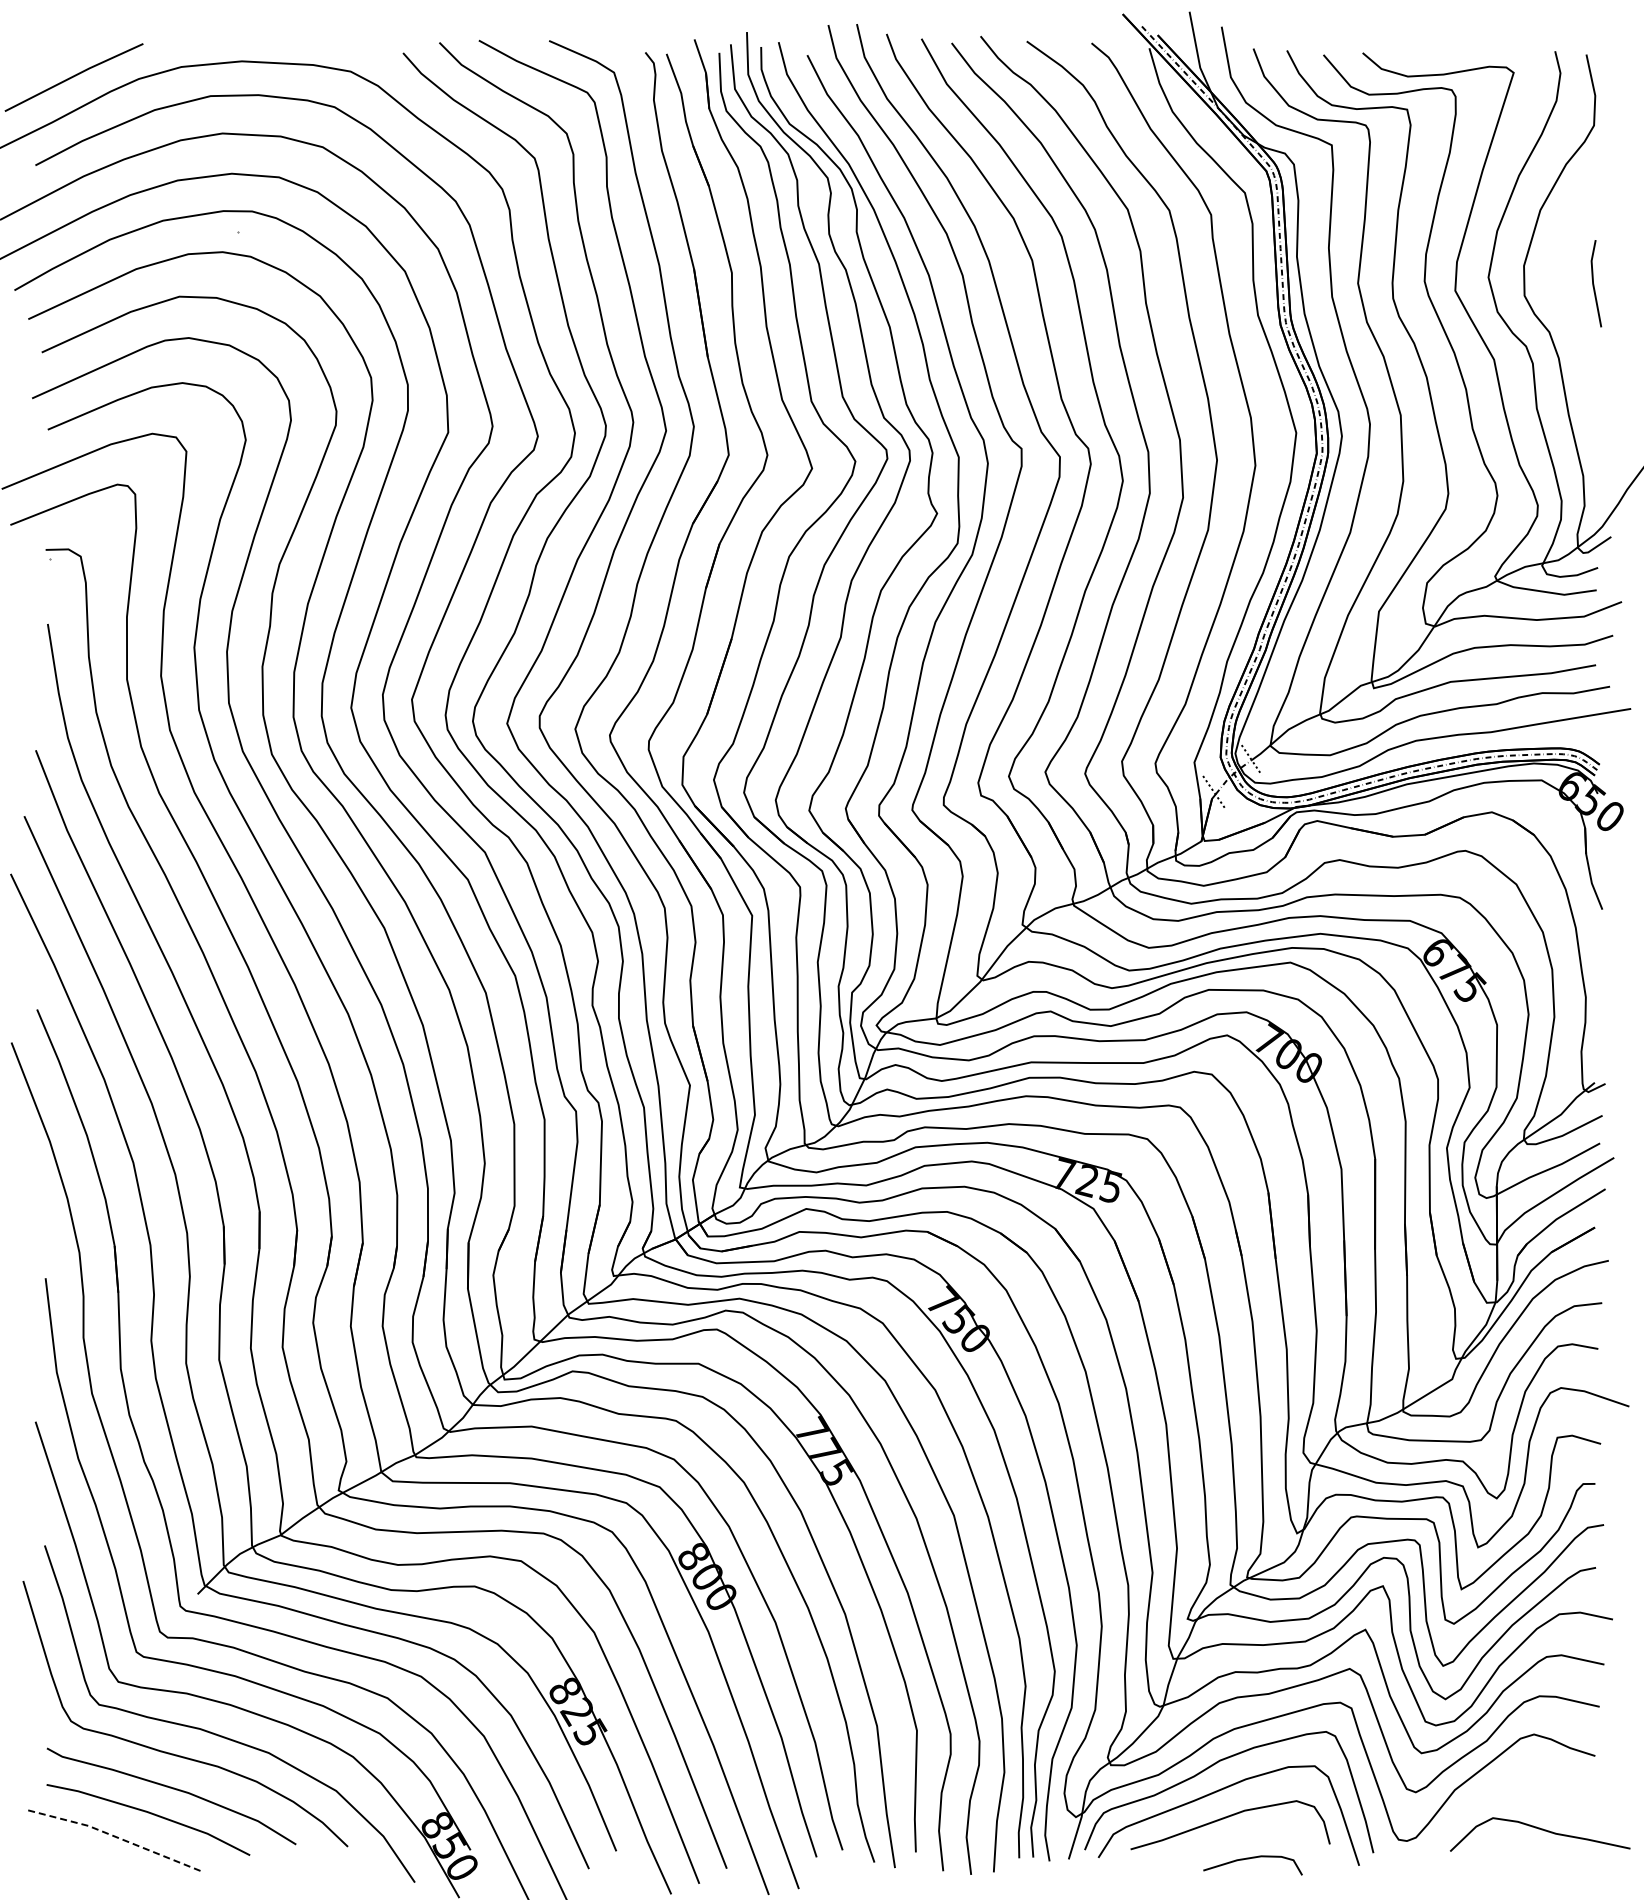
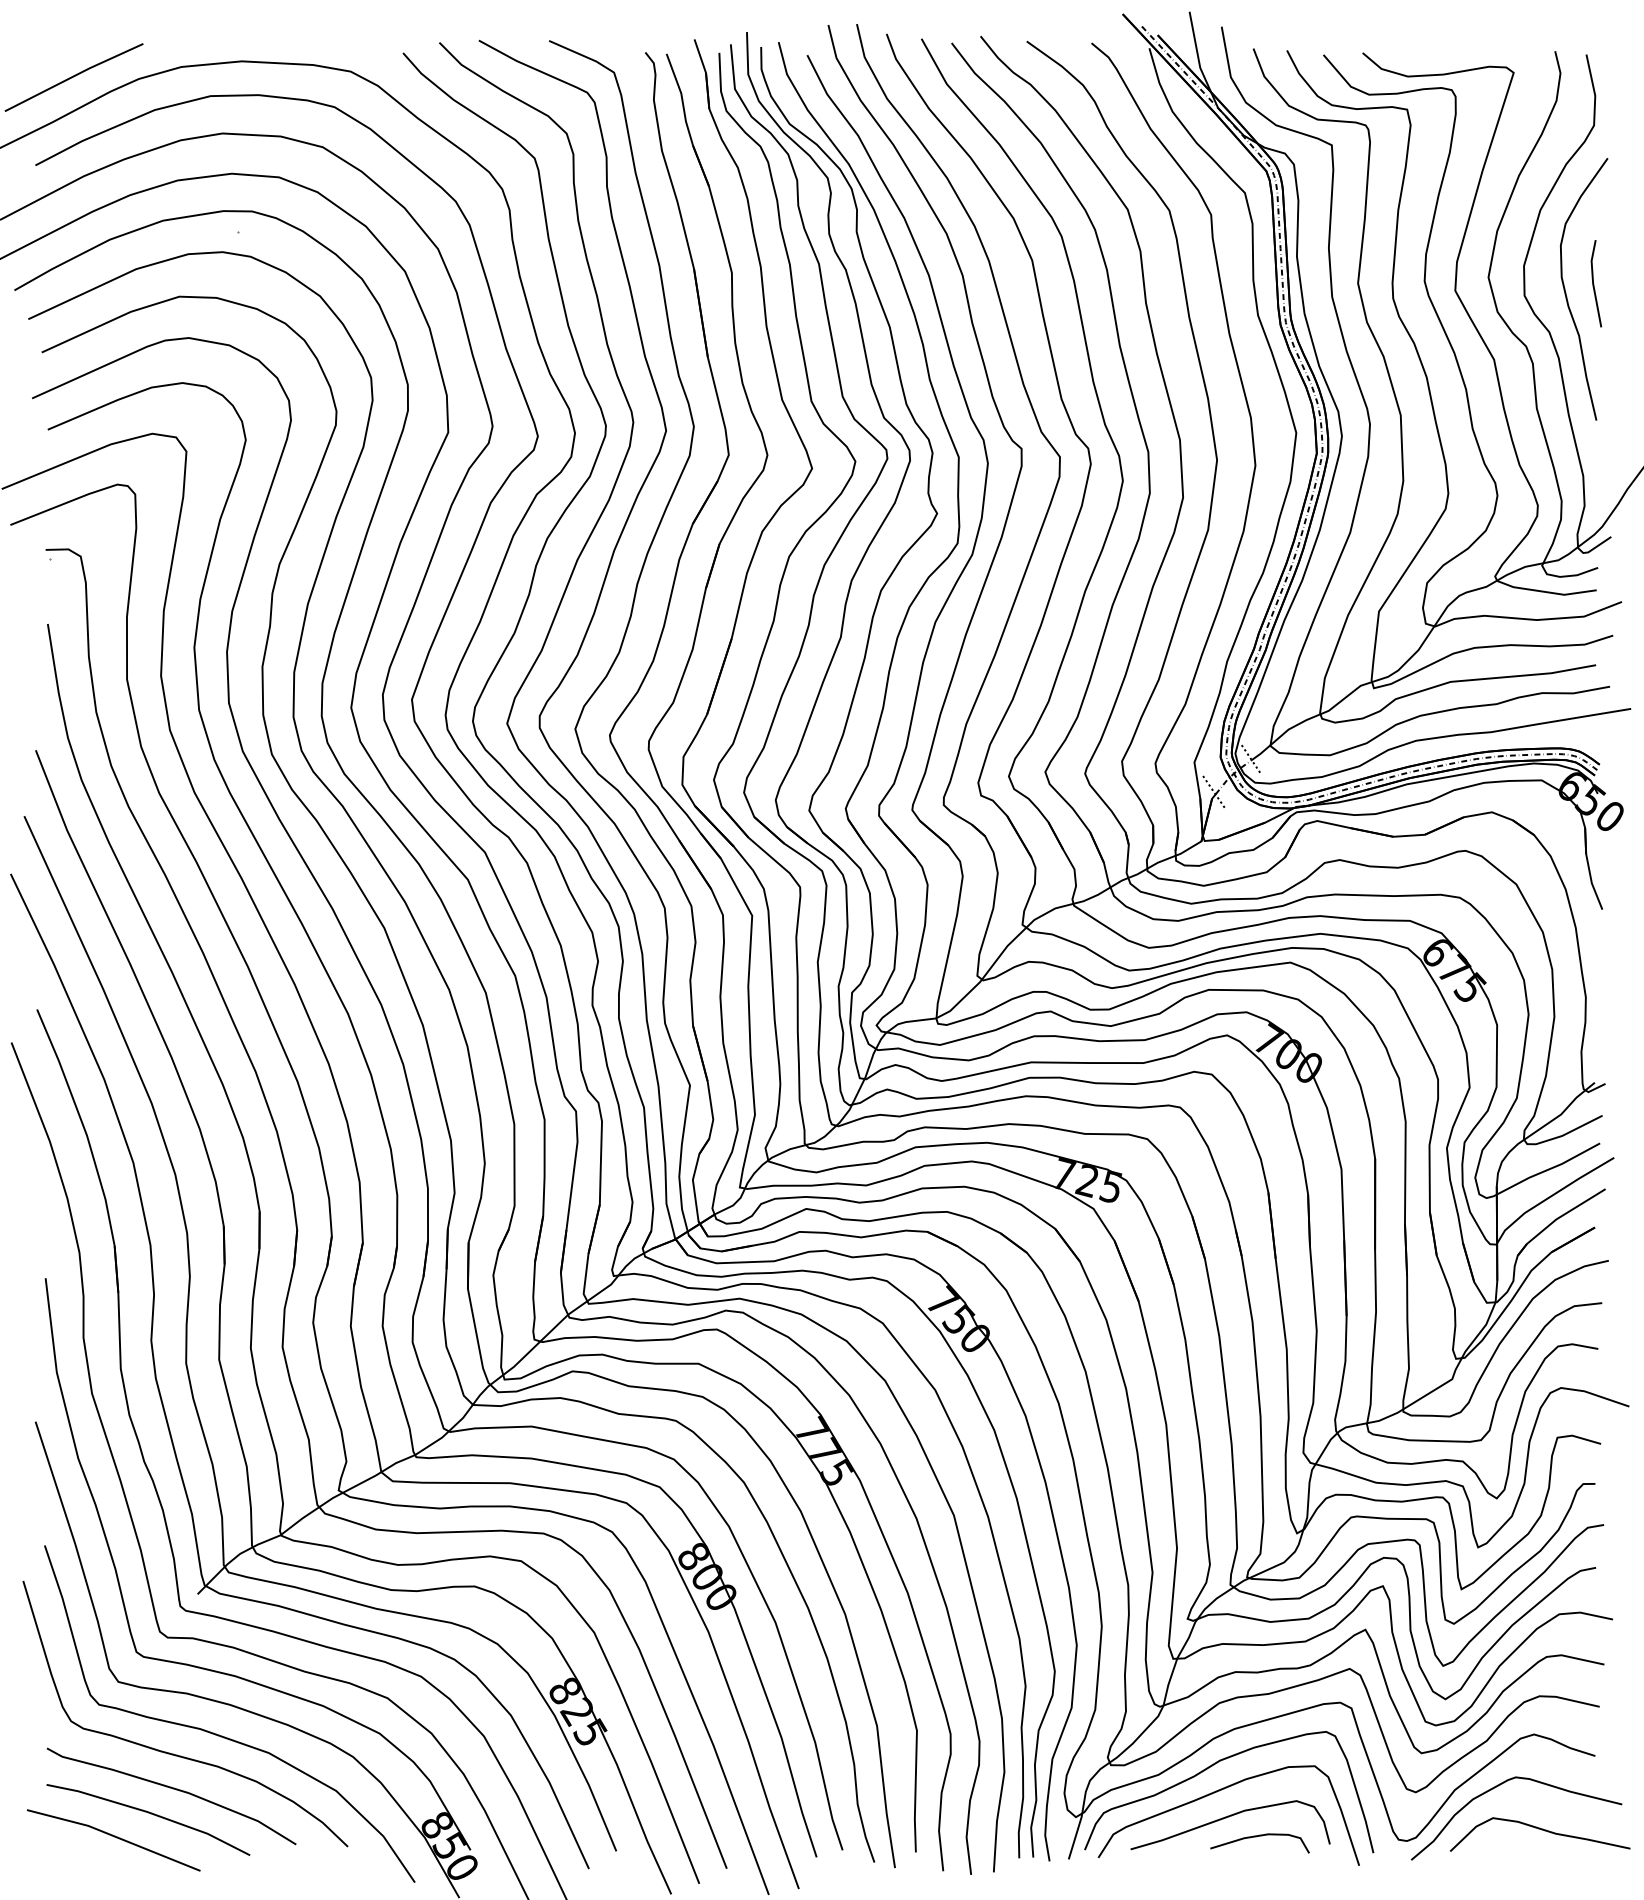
curve at (1566, 292): none -> present
curve at (1495, 1788): none -> present
line at (114, 1836): dashed -> solid
curve at (1249, 1859) position: (1249, 1859) -> (1256, 1837)
